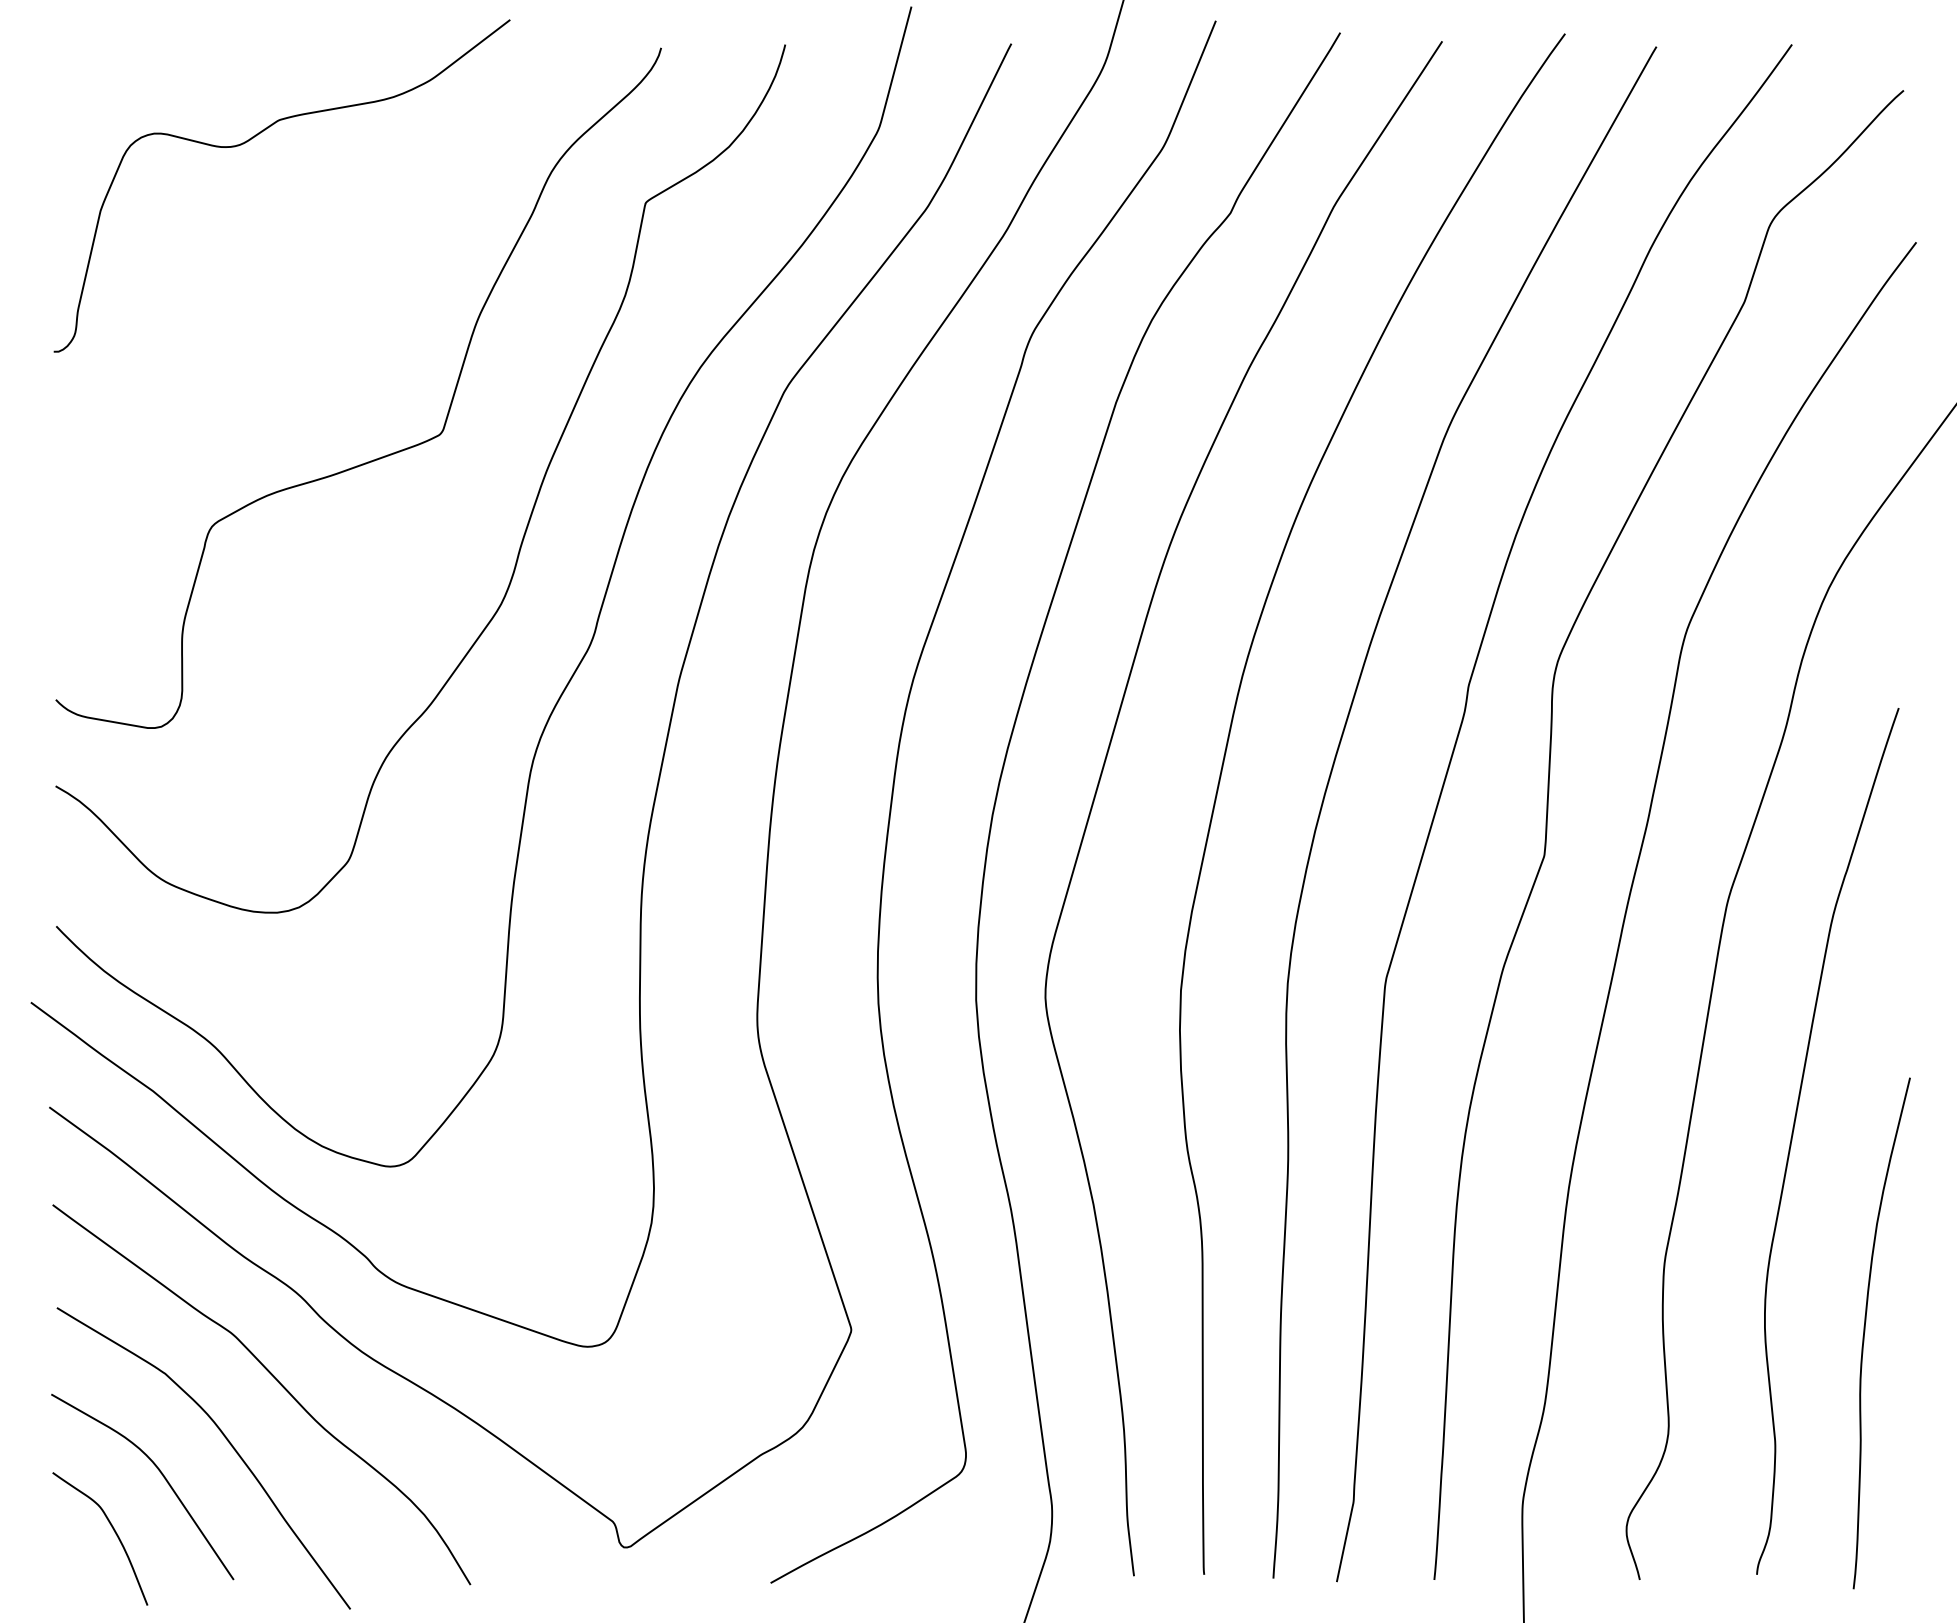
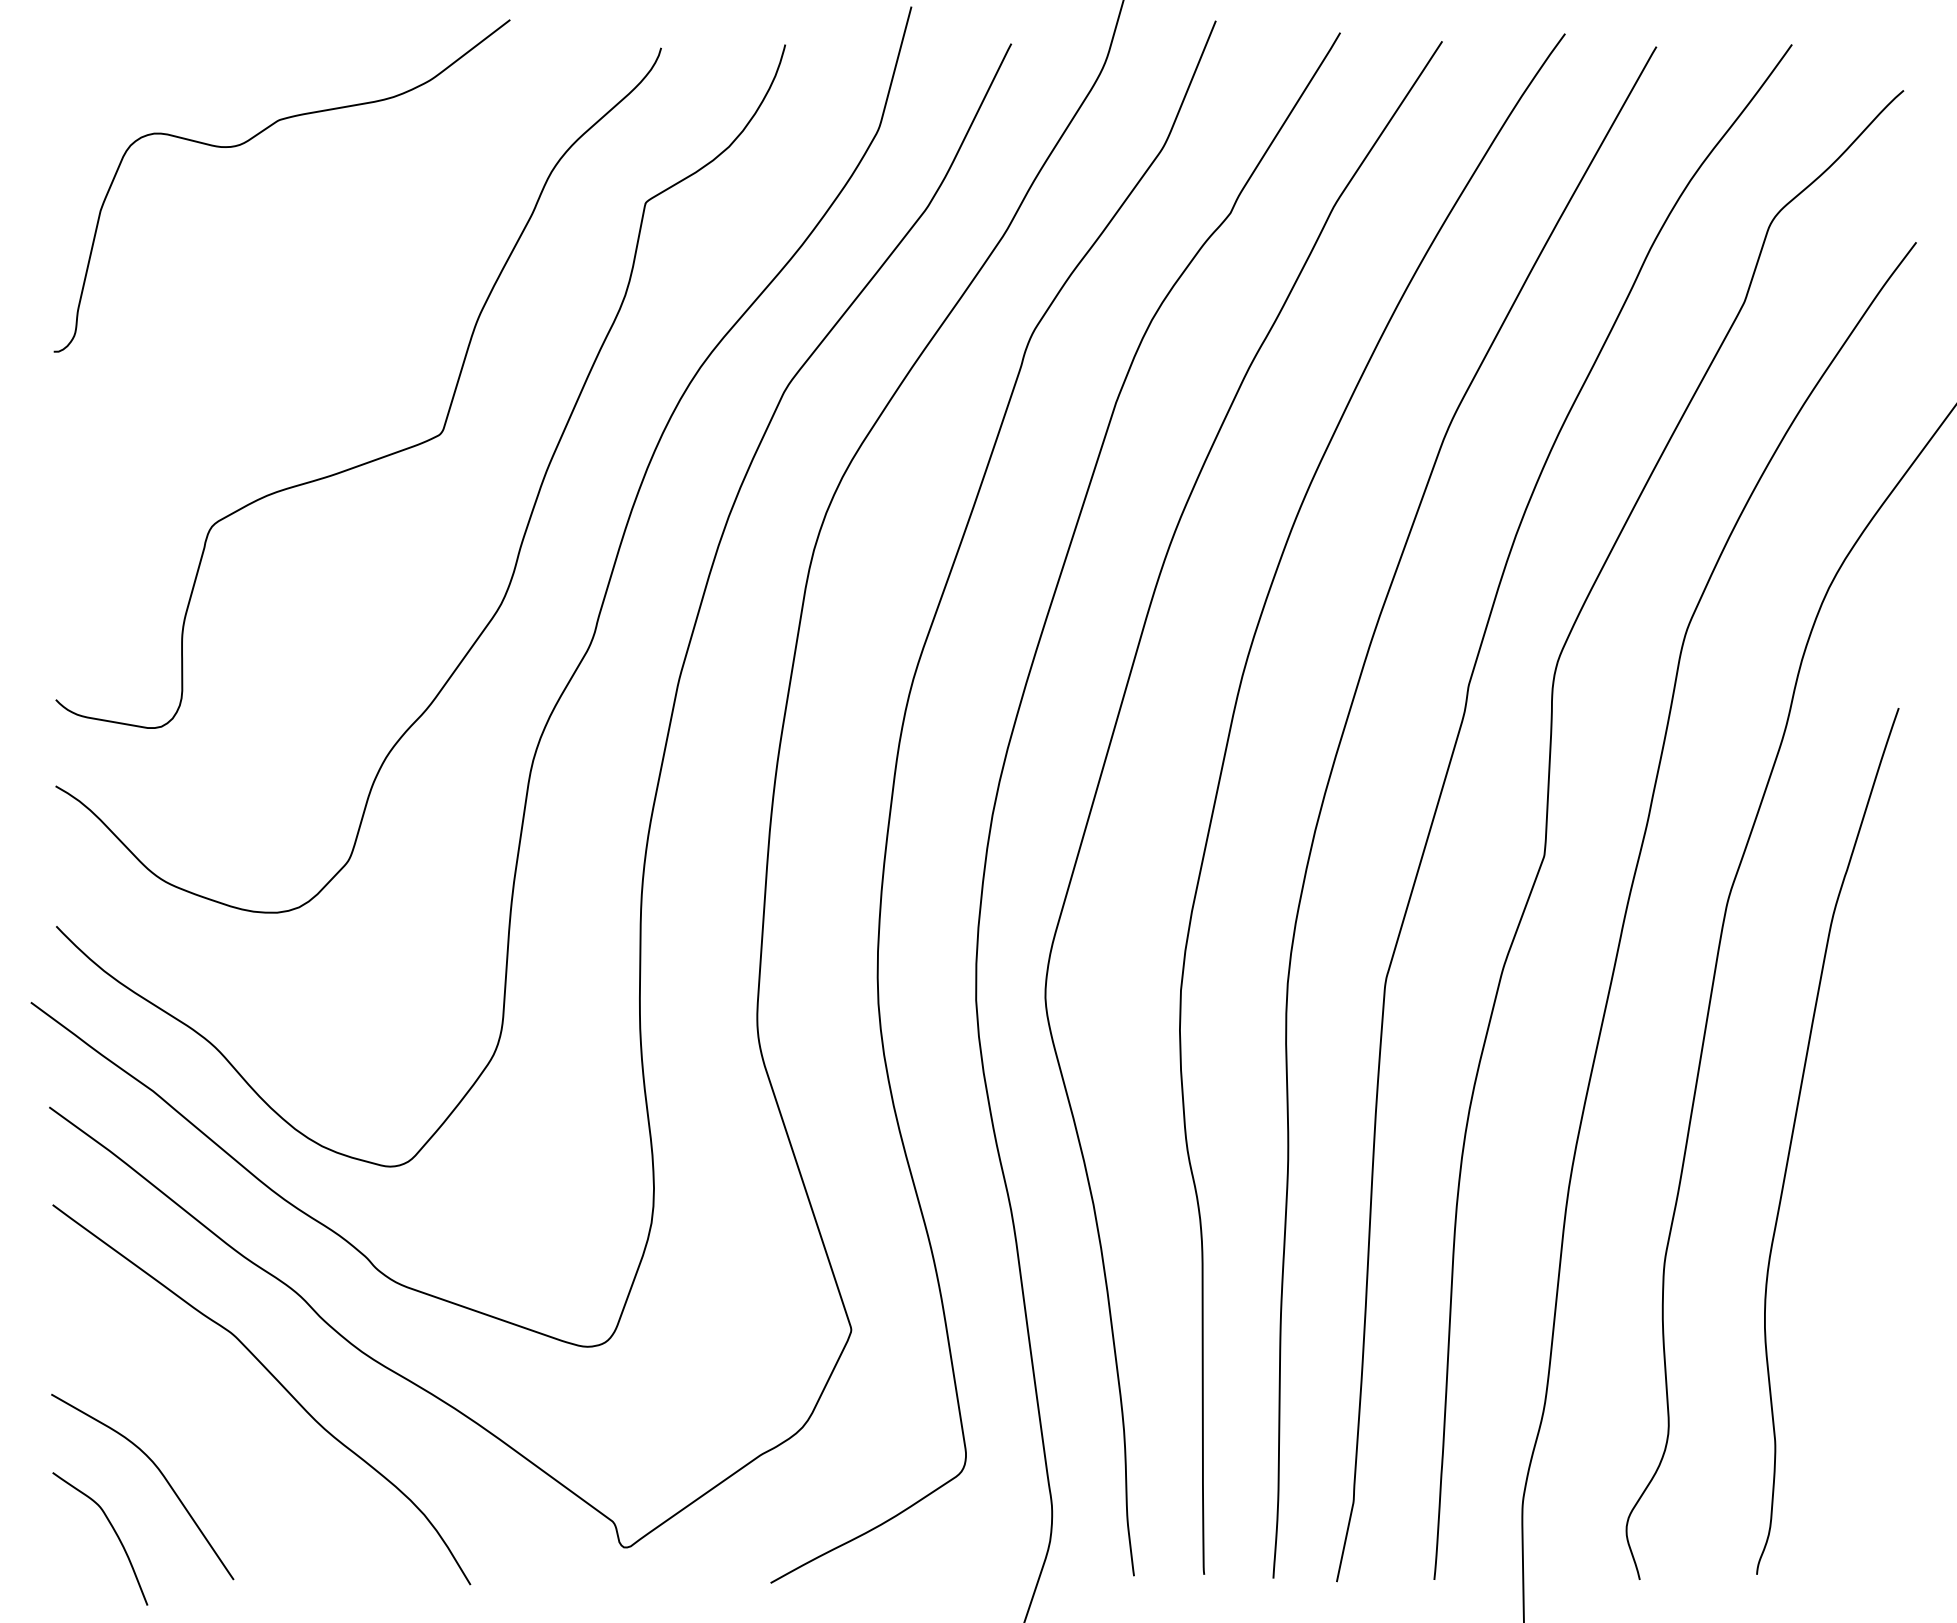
curve at (1865, 1332): present -> none
curve at (226, 1440): present -> none
